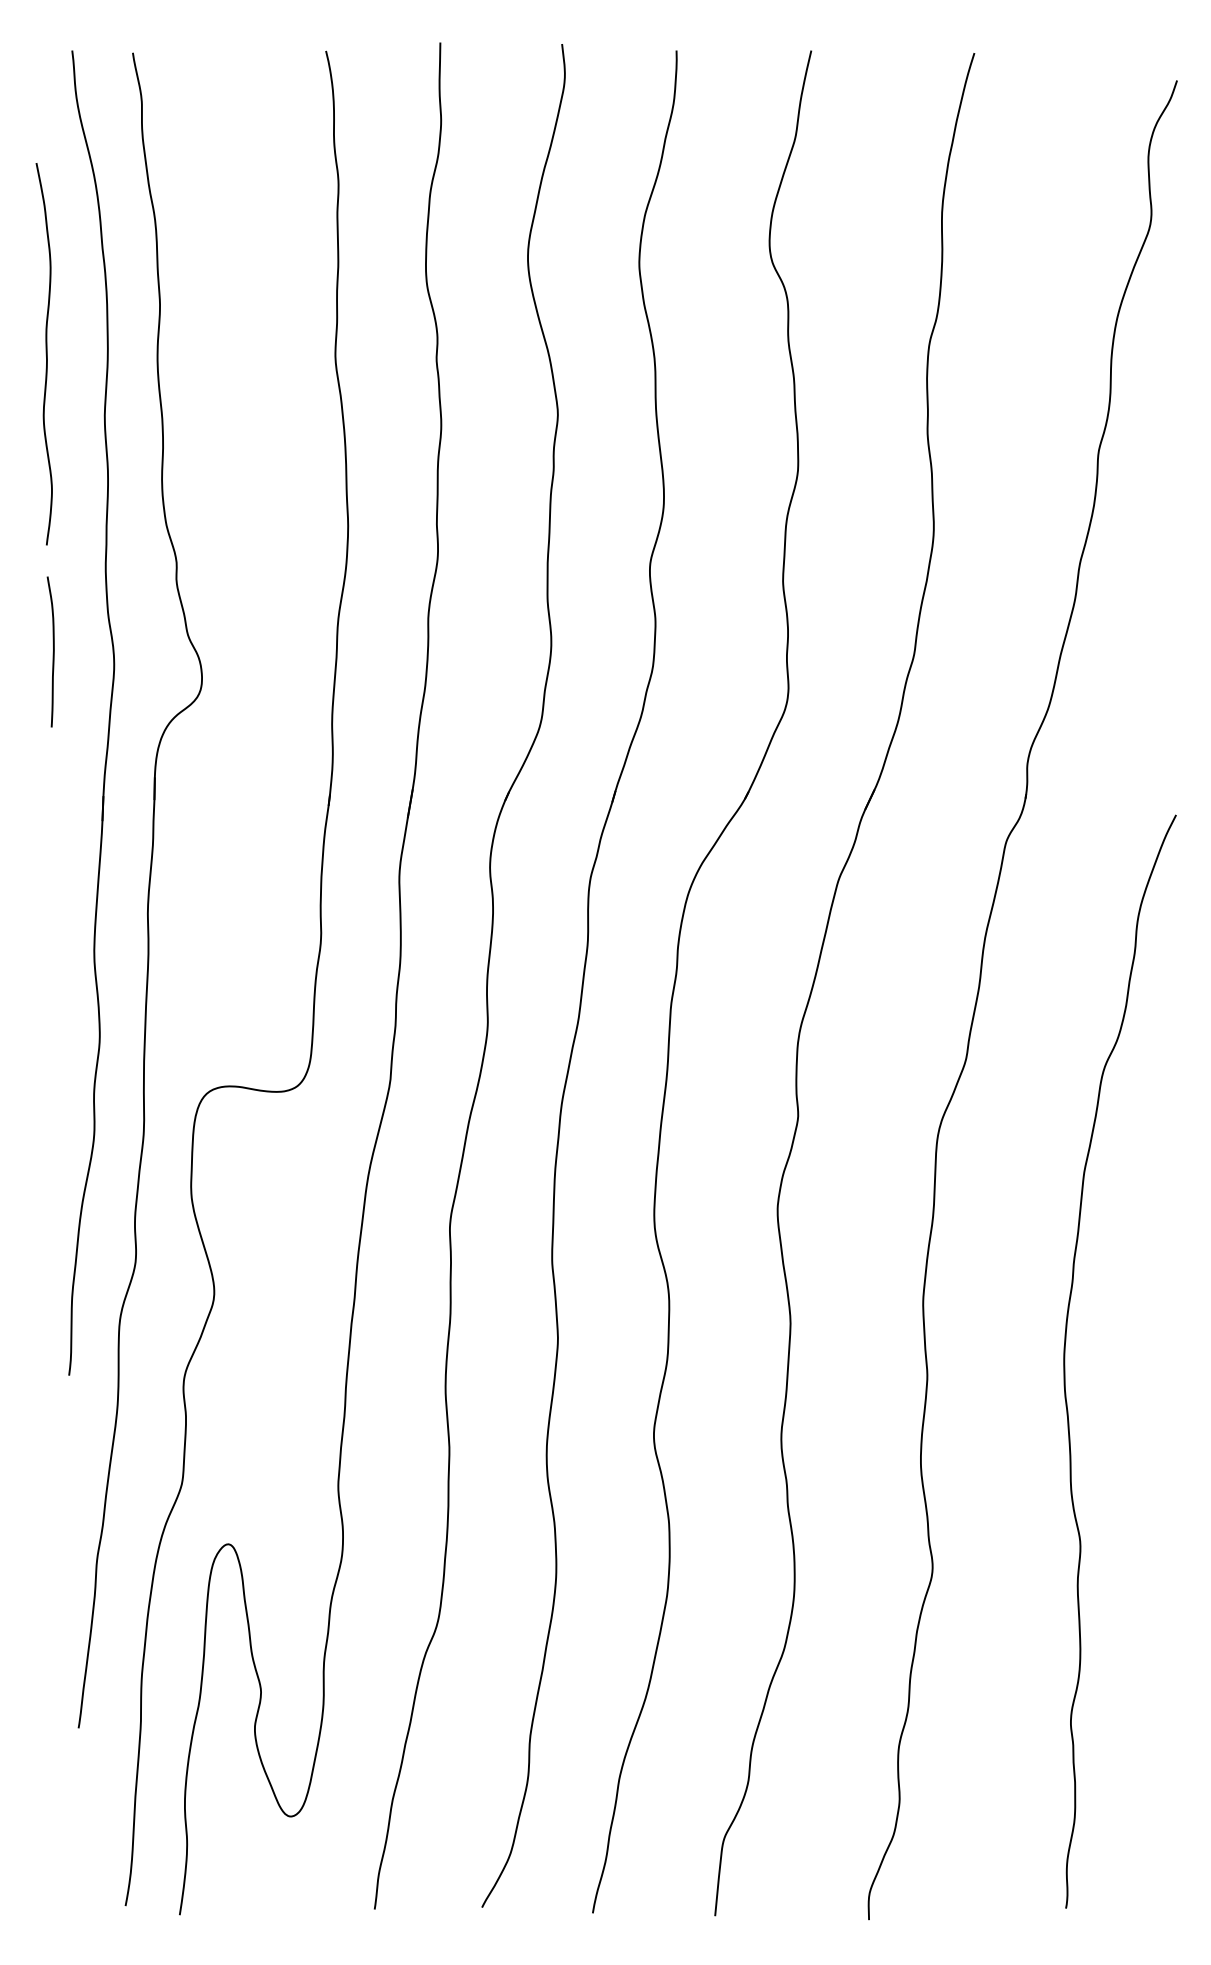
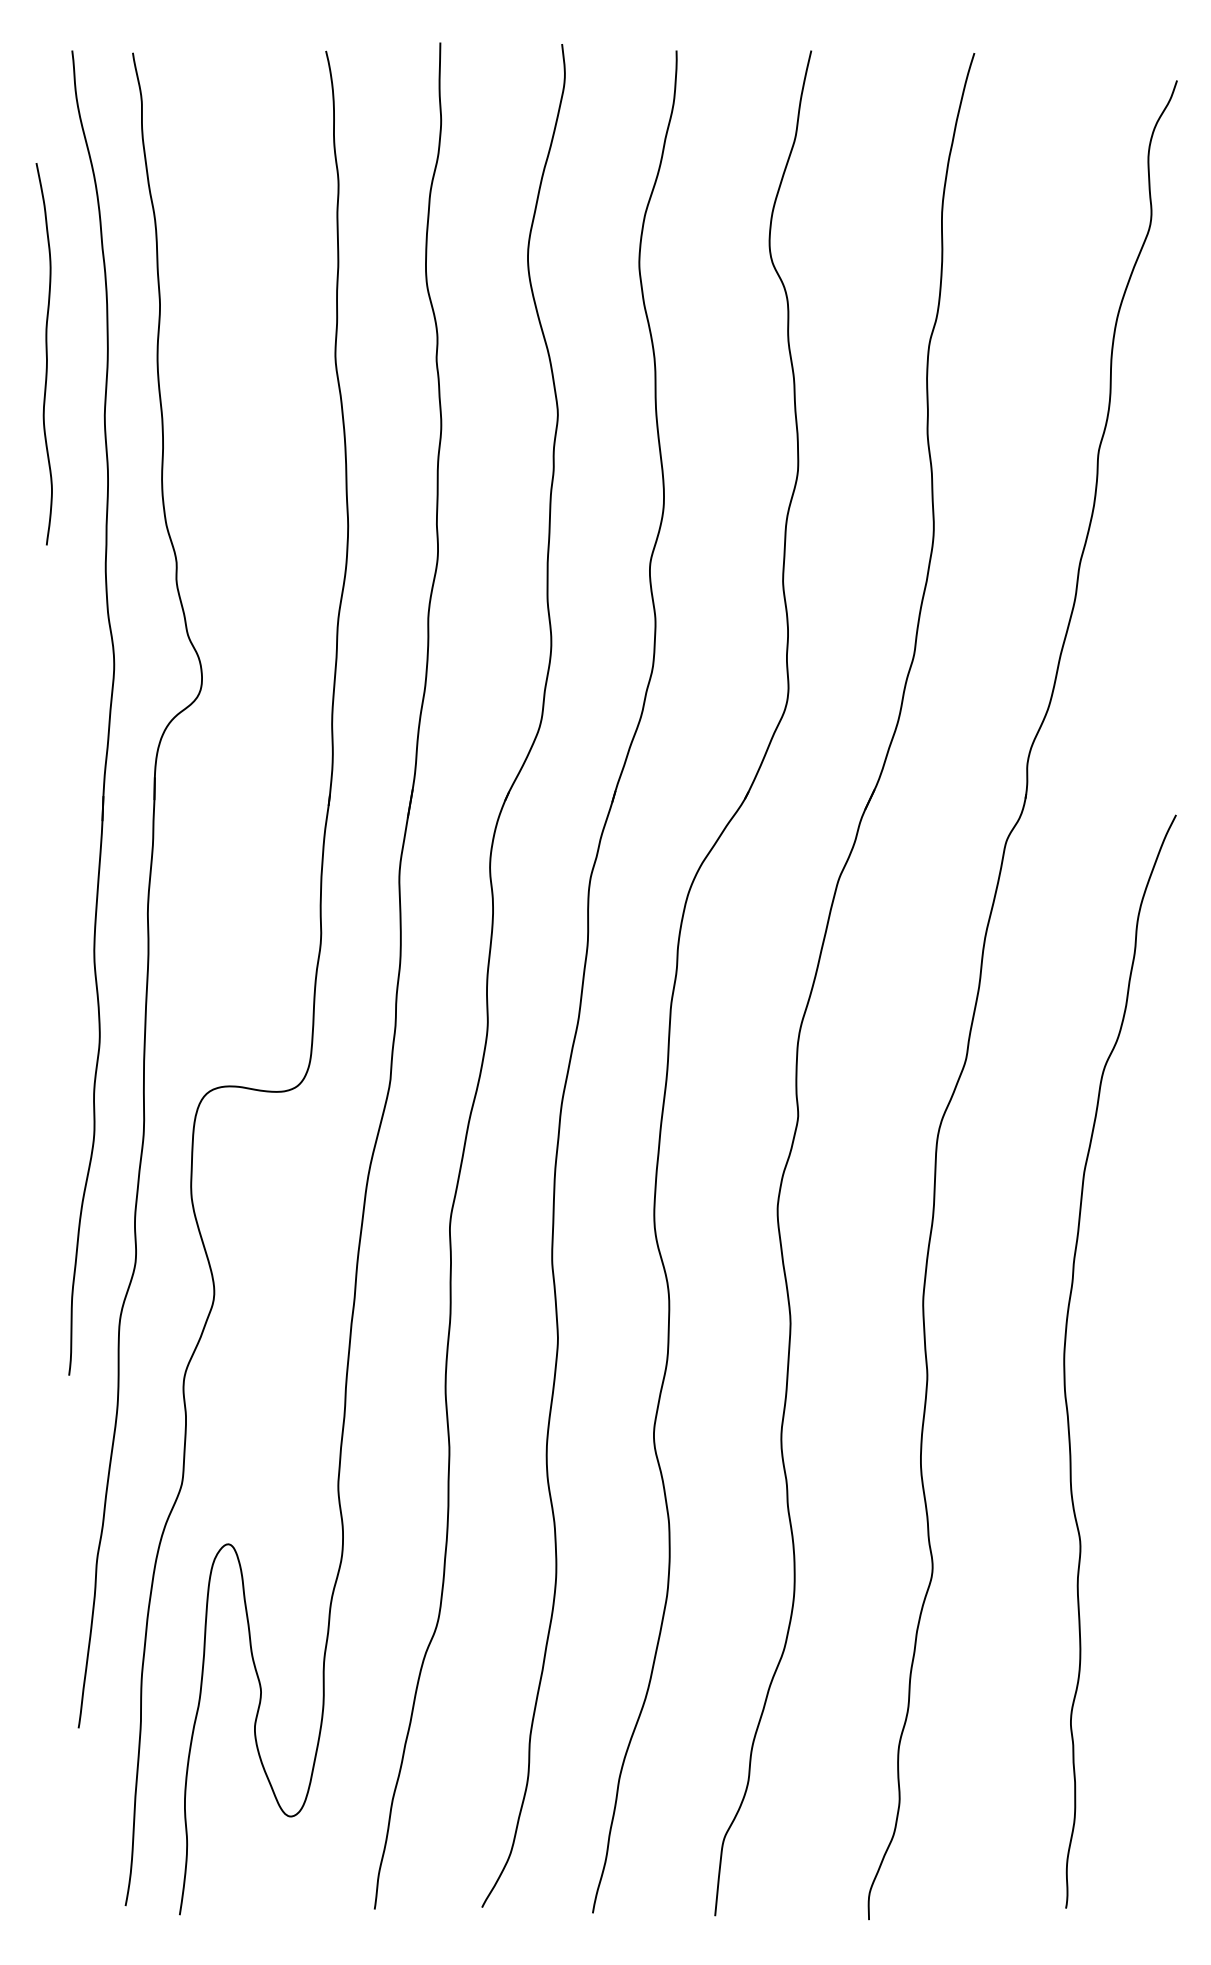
curve at (52, 652): present -> none
